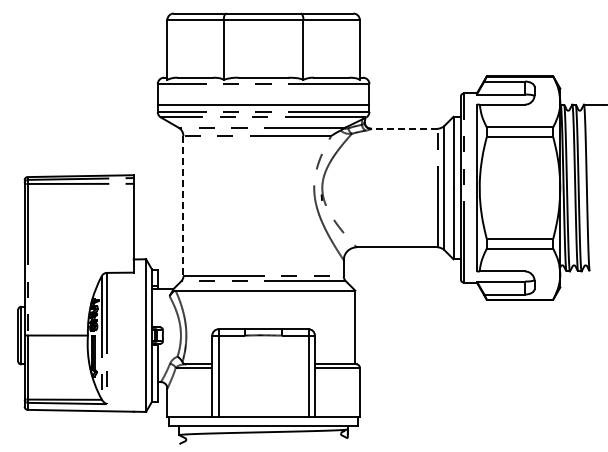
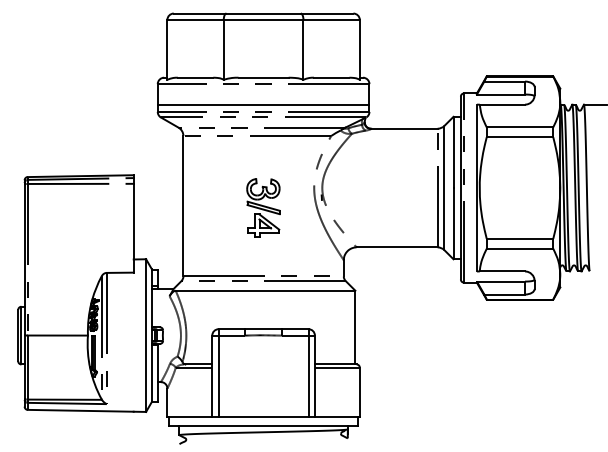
line at (403, 128): dashed -> solid
line at (183, 206): dashed -> solid
part at (263, 207): none -> present
